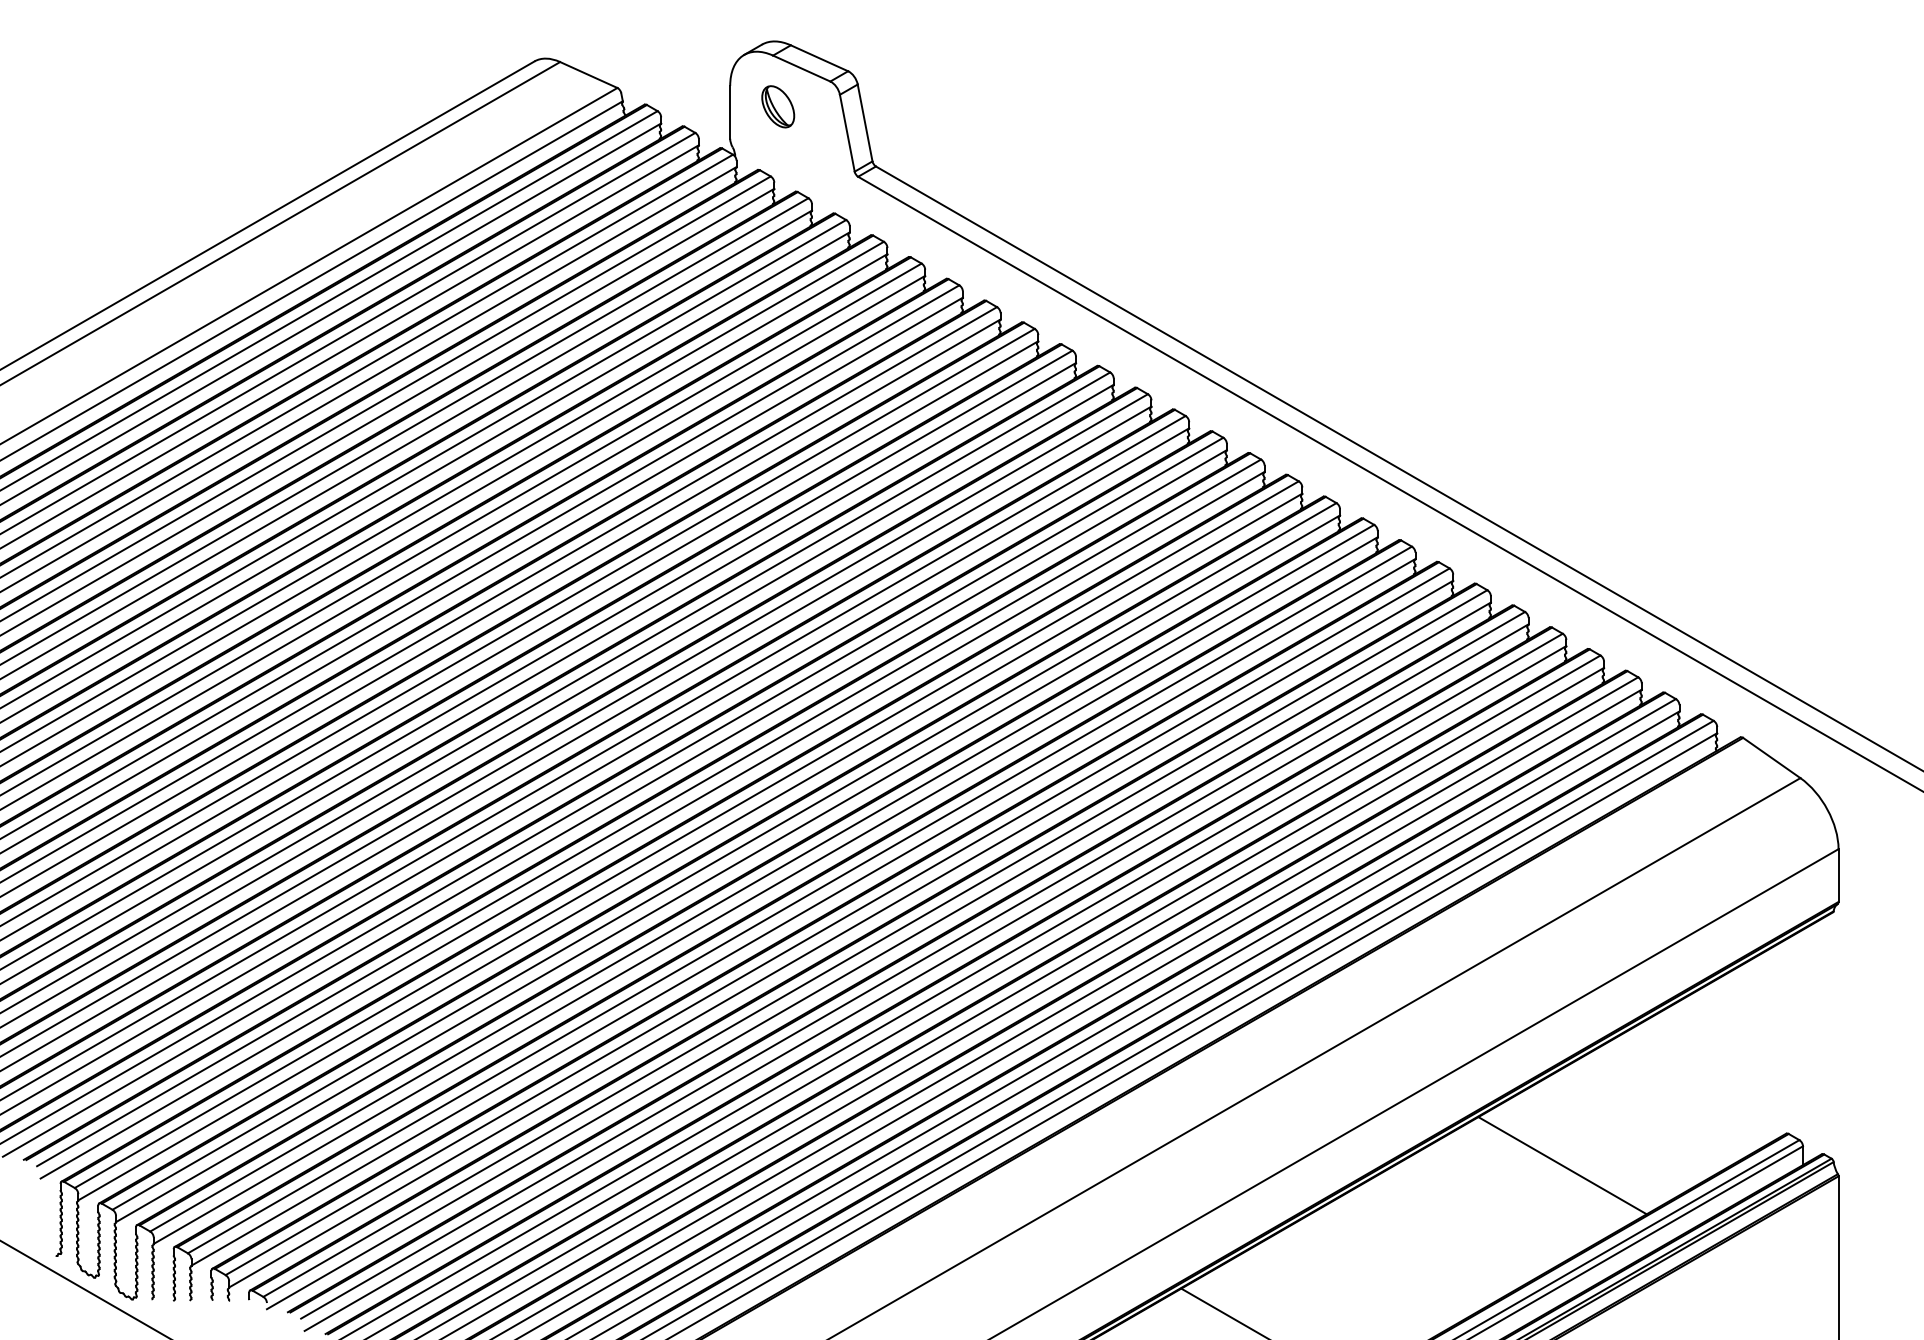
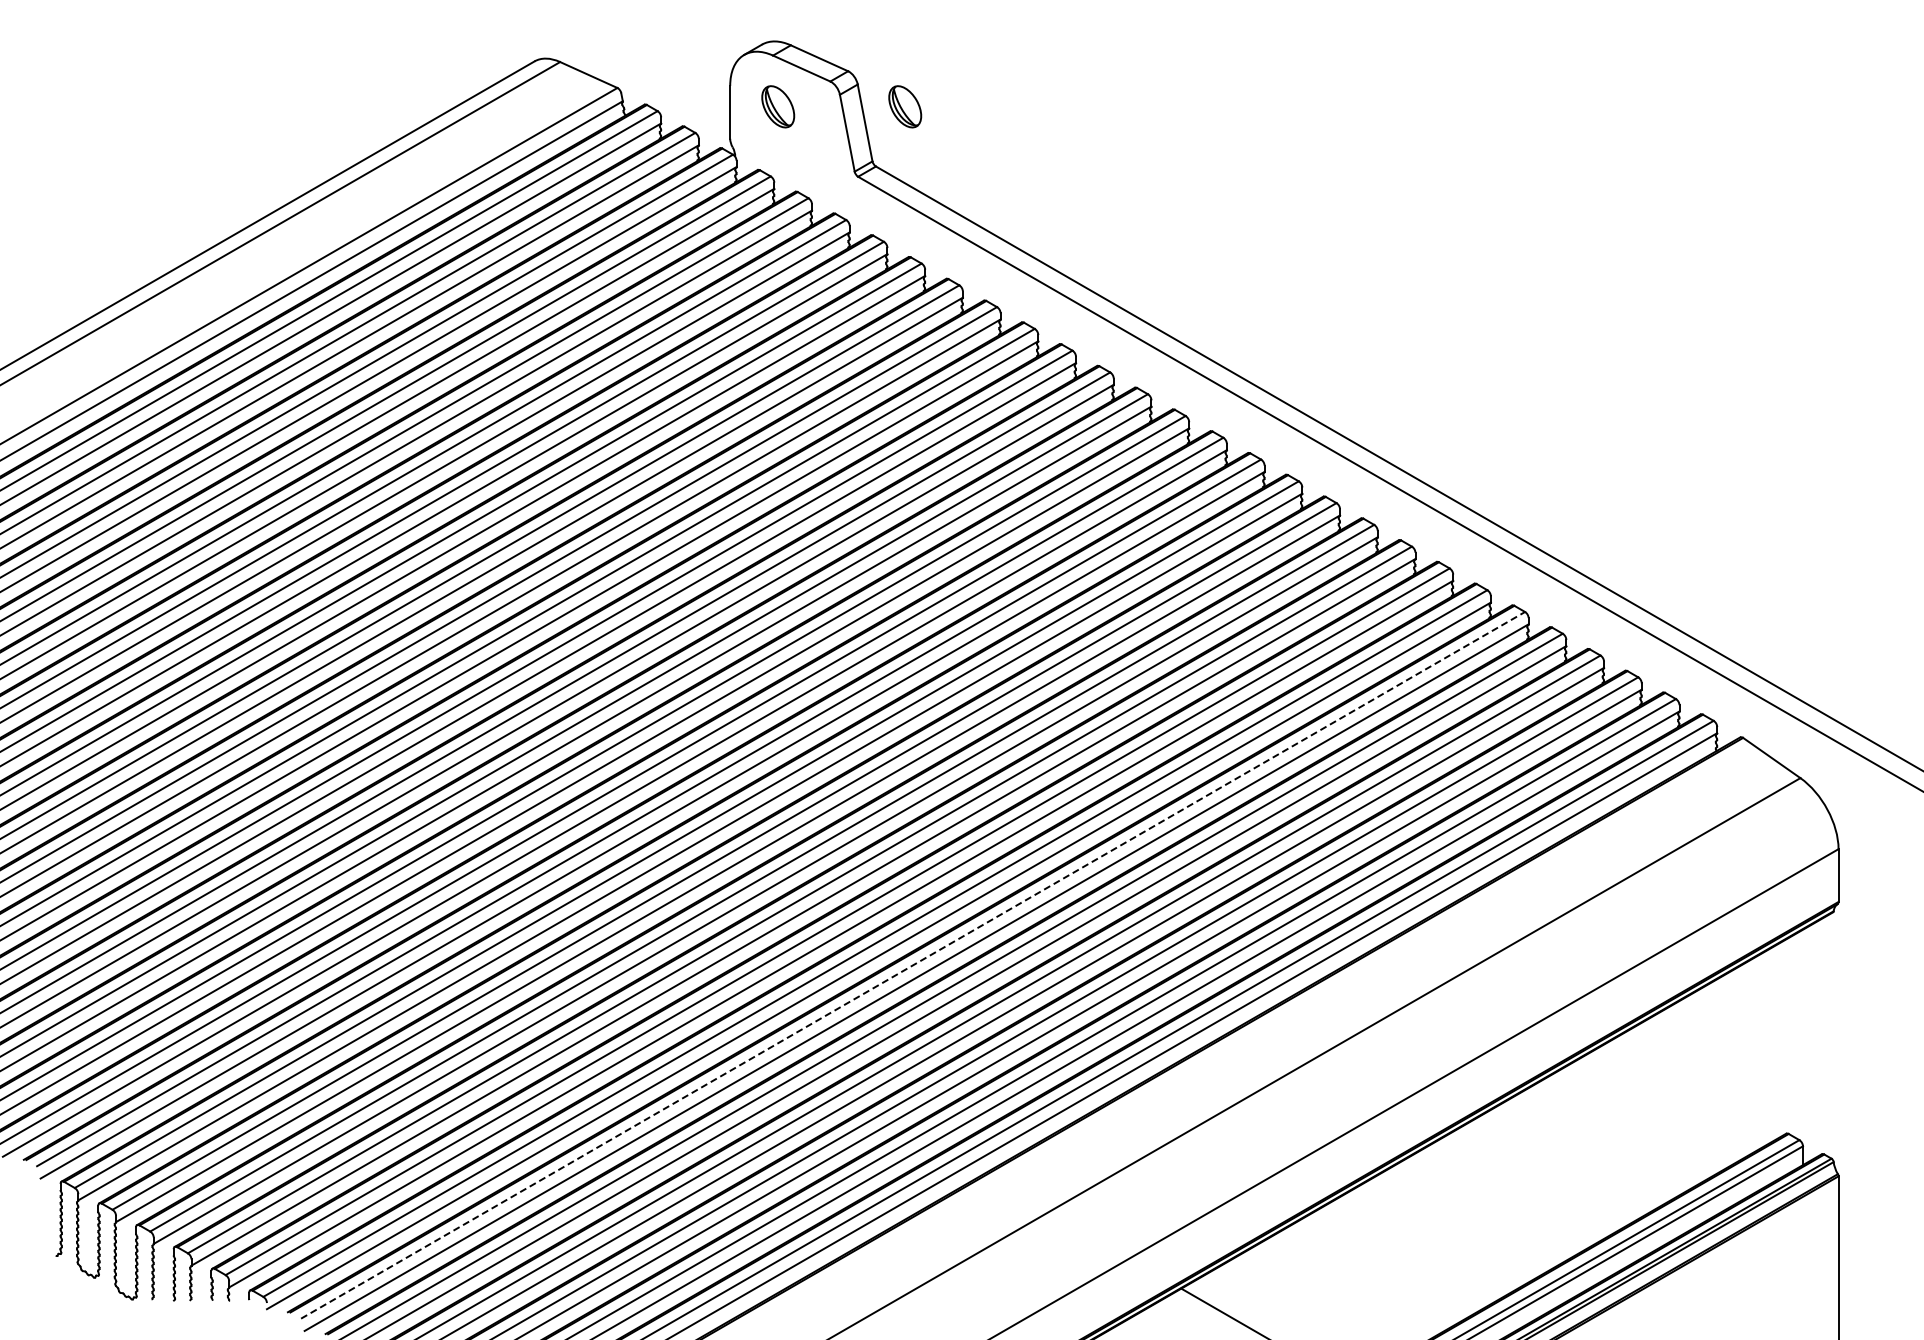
part at (905, 106): none -> present
line at (913, 965): solid -> dashed
line at (1562, 1165): present -> none
line at (84, 1288): present -> none
